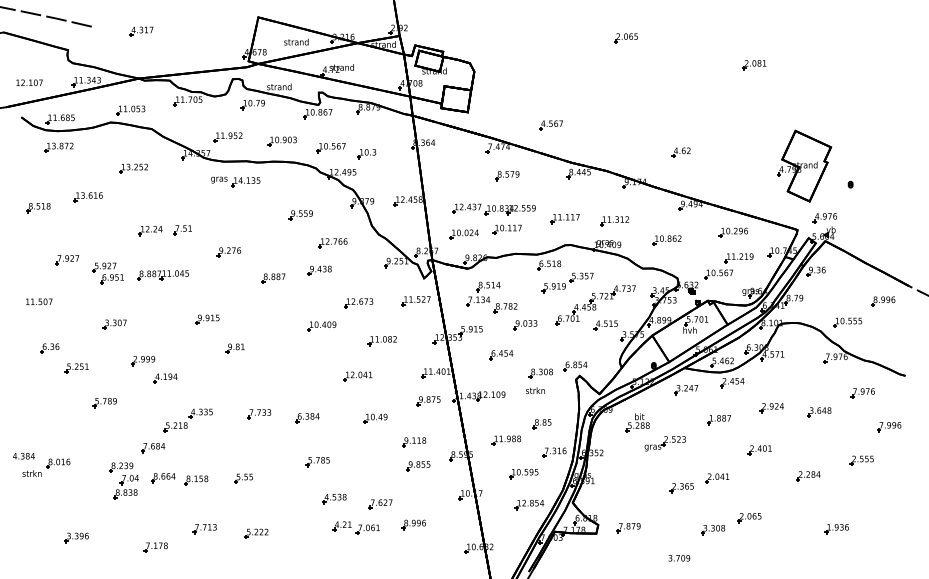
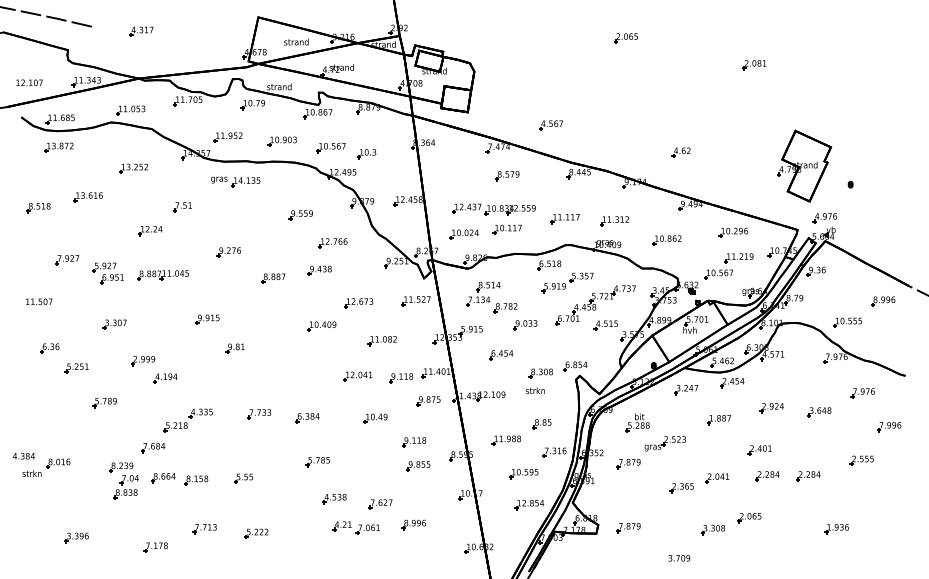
part at (182, 230) position: (182, 230) -> (182, 207)
part at (401, 378): none -> present
part at (628, 464): none -> present
part at (767, 476): none -> present
